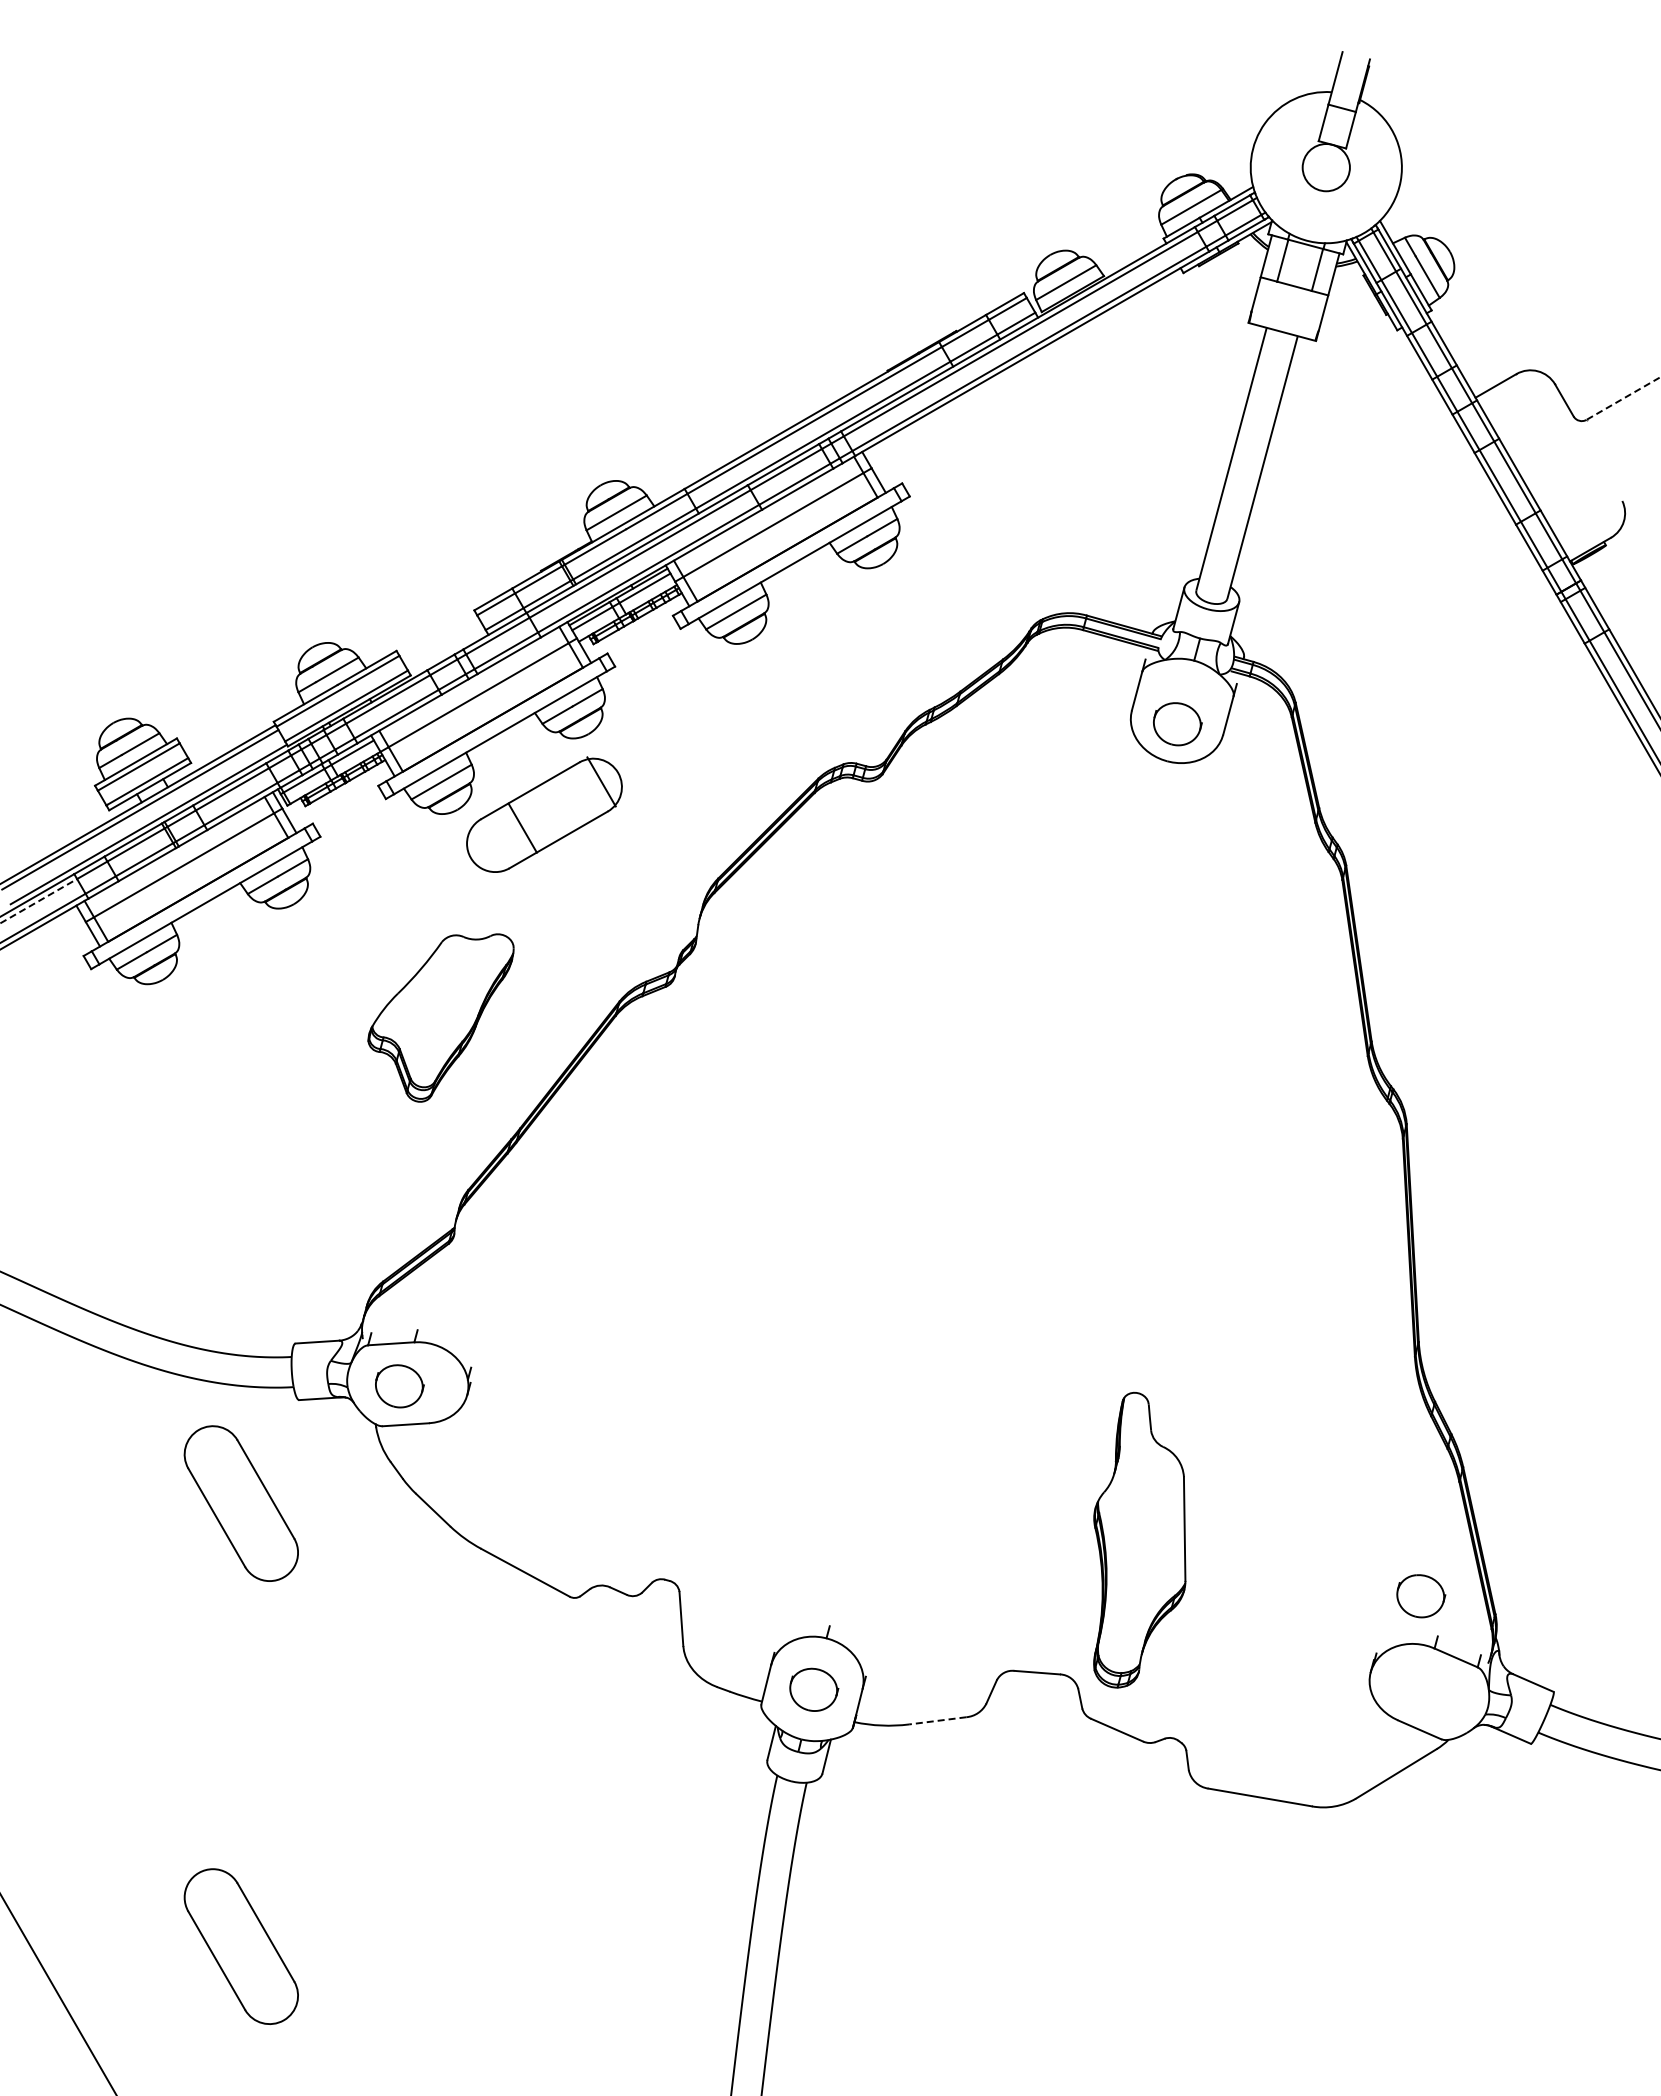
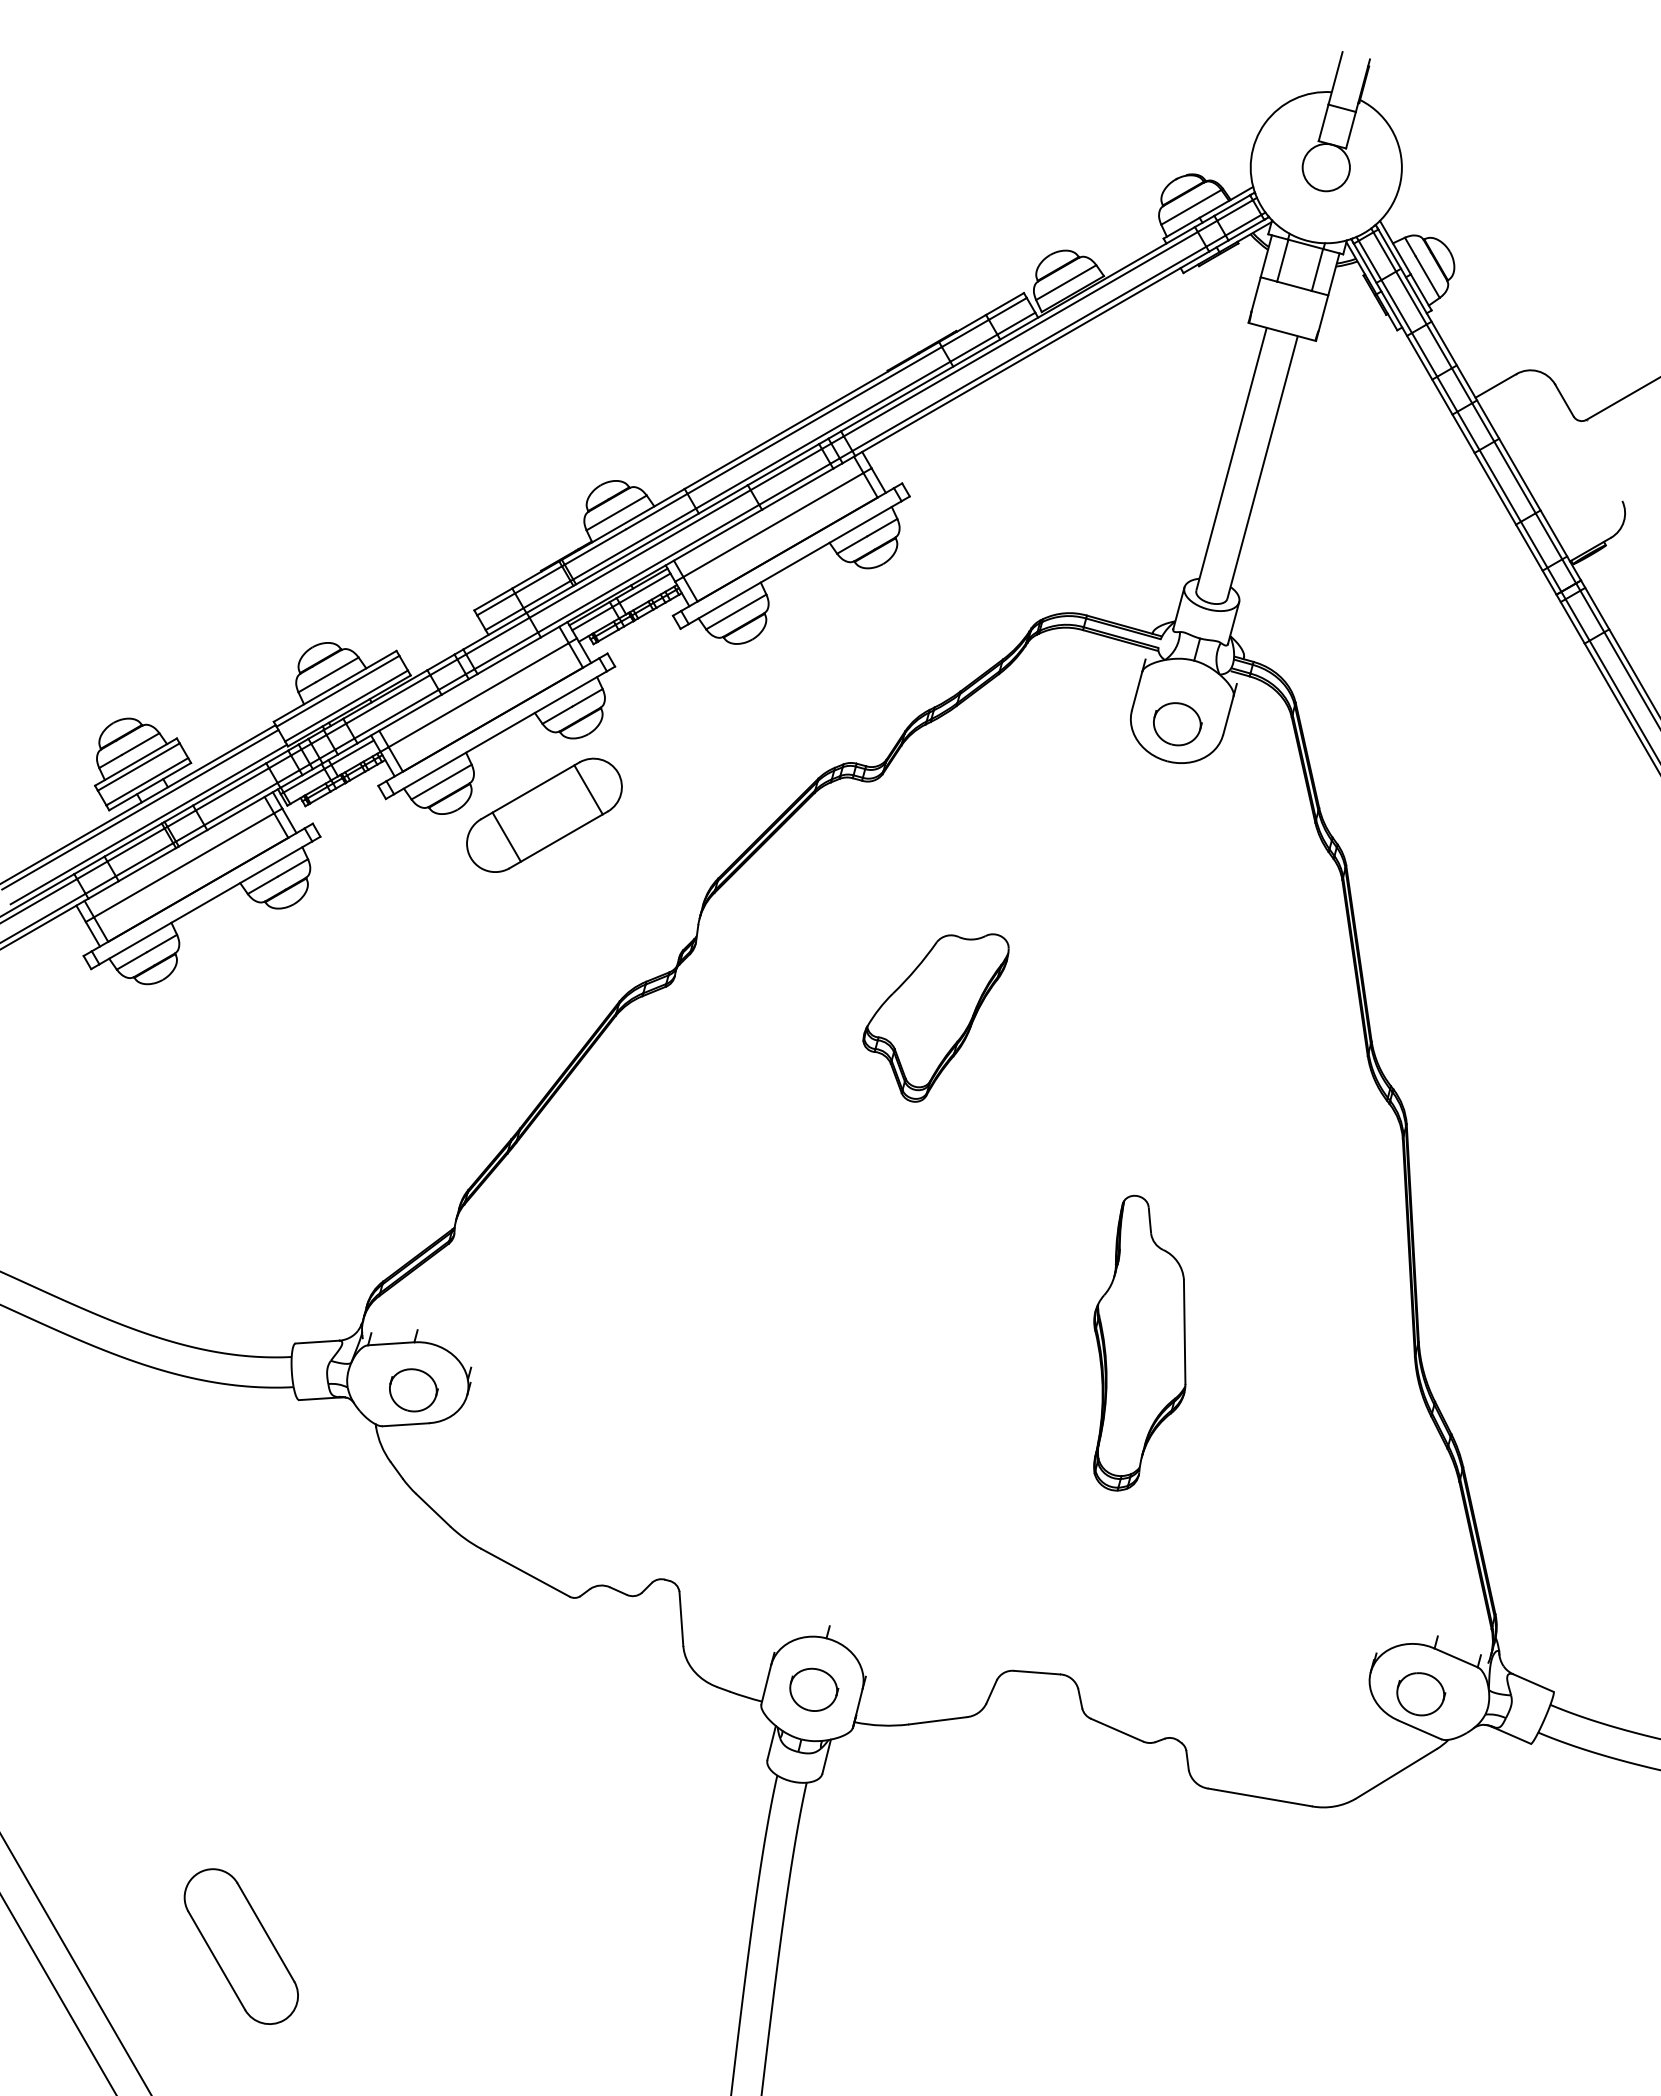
line at (1623, 398): dashed -> solid
line at (601, 781) position: (601, 781) -> (588, 789)
line at (522, 827) position: (522, 827) -> (506, 836)
line at (39, 901): dashed -> solid
part at (440, 1017) position: (440, 1017) -> (935, 1017)
part at (399, 1386) position: (399, 1386) -> (413, 1390)
part at (240, 1503): present -> none
part at (1139, 1539) position: (1139, 1539) -> (1139, 1342)
part at (1421, 1596) position: (1421, 1596) -> (1421, 1694)
line at (937, 1720): dashed -> solid
line at (75, 1964): none -> present
